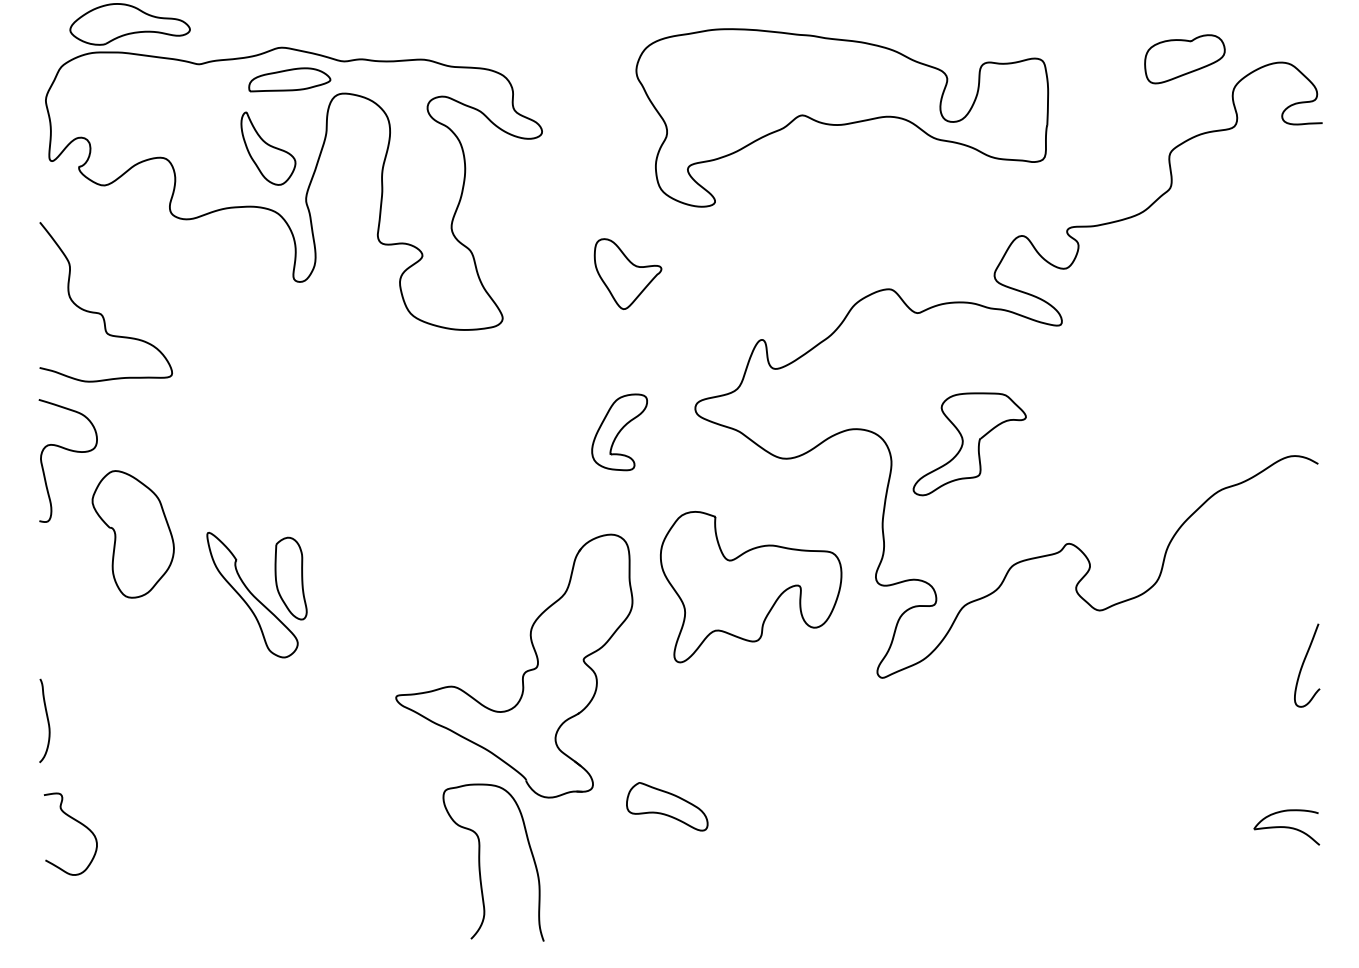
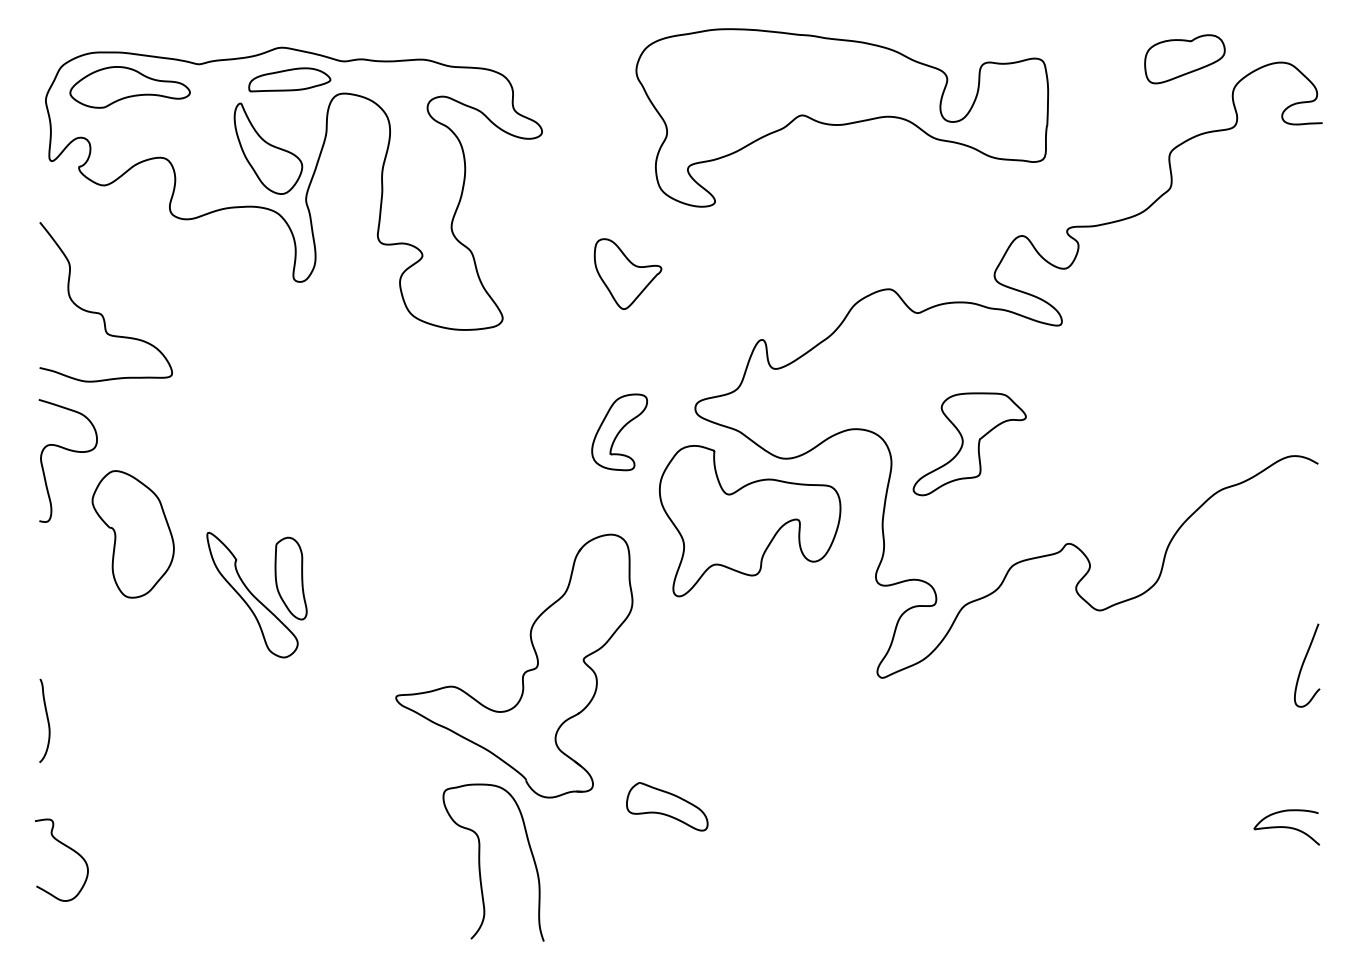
part at (129, 24) position: (129, 24) -> (129, 87)
part at (268, 148) size: 57x75 px -> 71x93 px
part at (751, 587) position: (751, 587) -> (750, 521)
curve at (75, 821) position: (75, 821) -> (66, 847)
